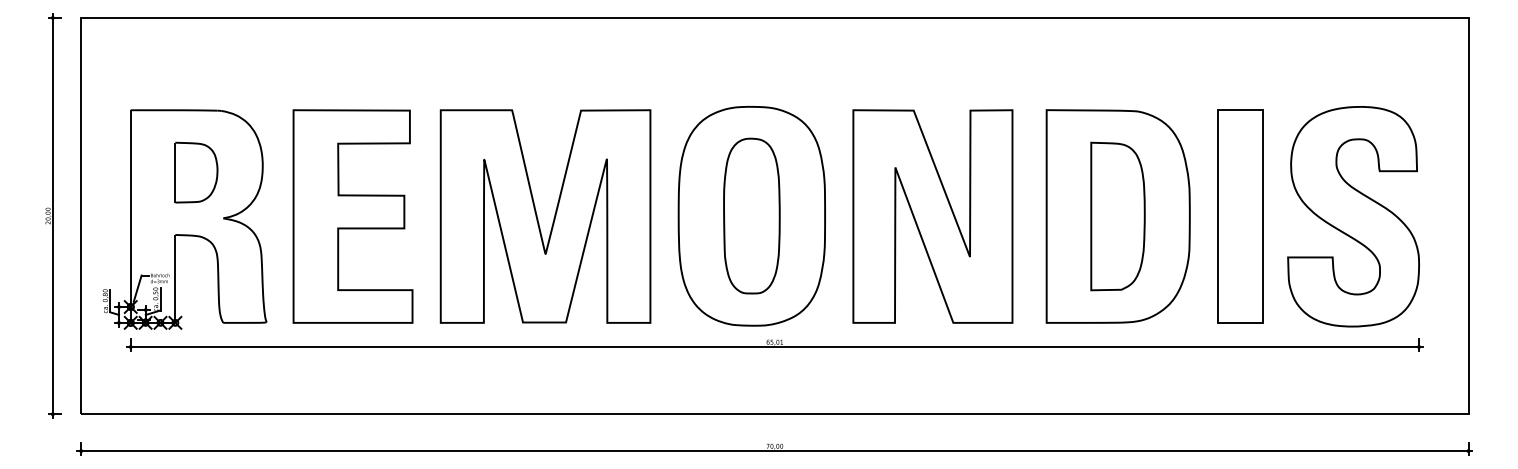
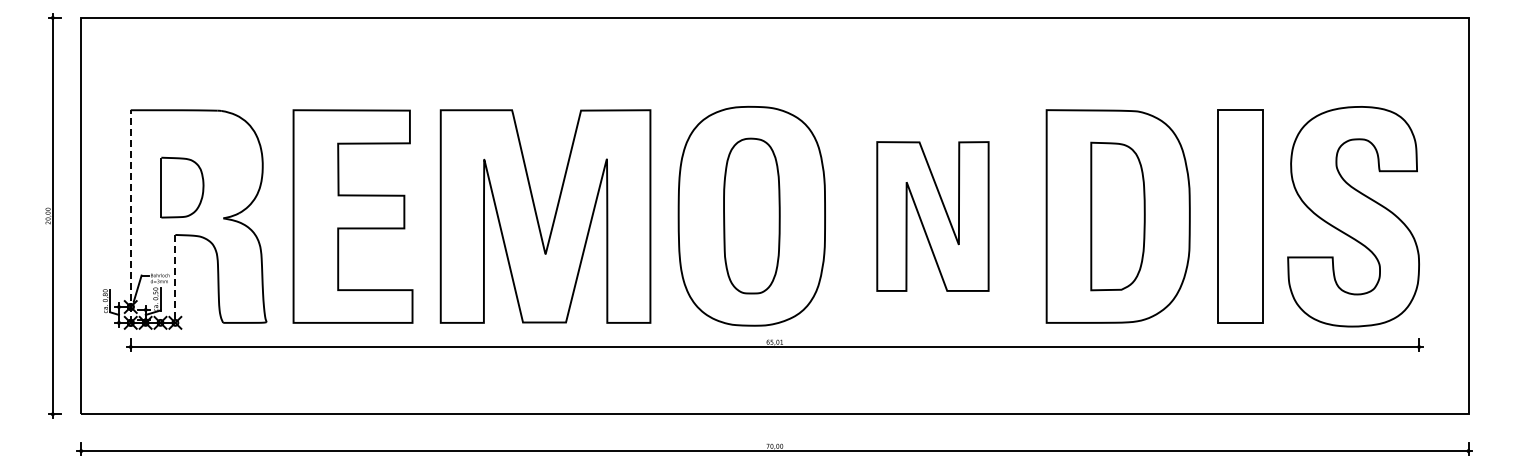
part at (196, 172) position: (196, 172) -> (182, 187)
line at (130, 216): solid -> dashed
part at (932, 216) size: 162x215 px -> 114x151 px
line at (175, 278): solid -> dashed
